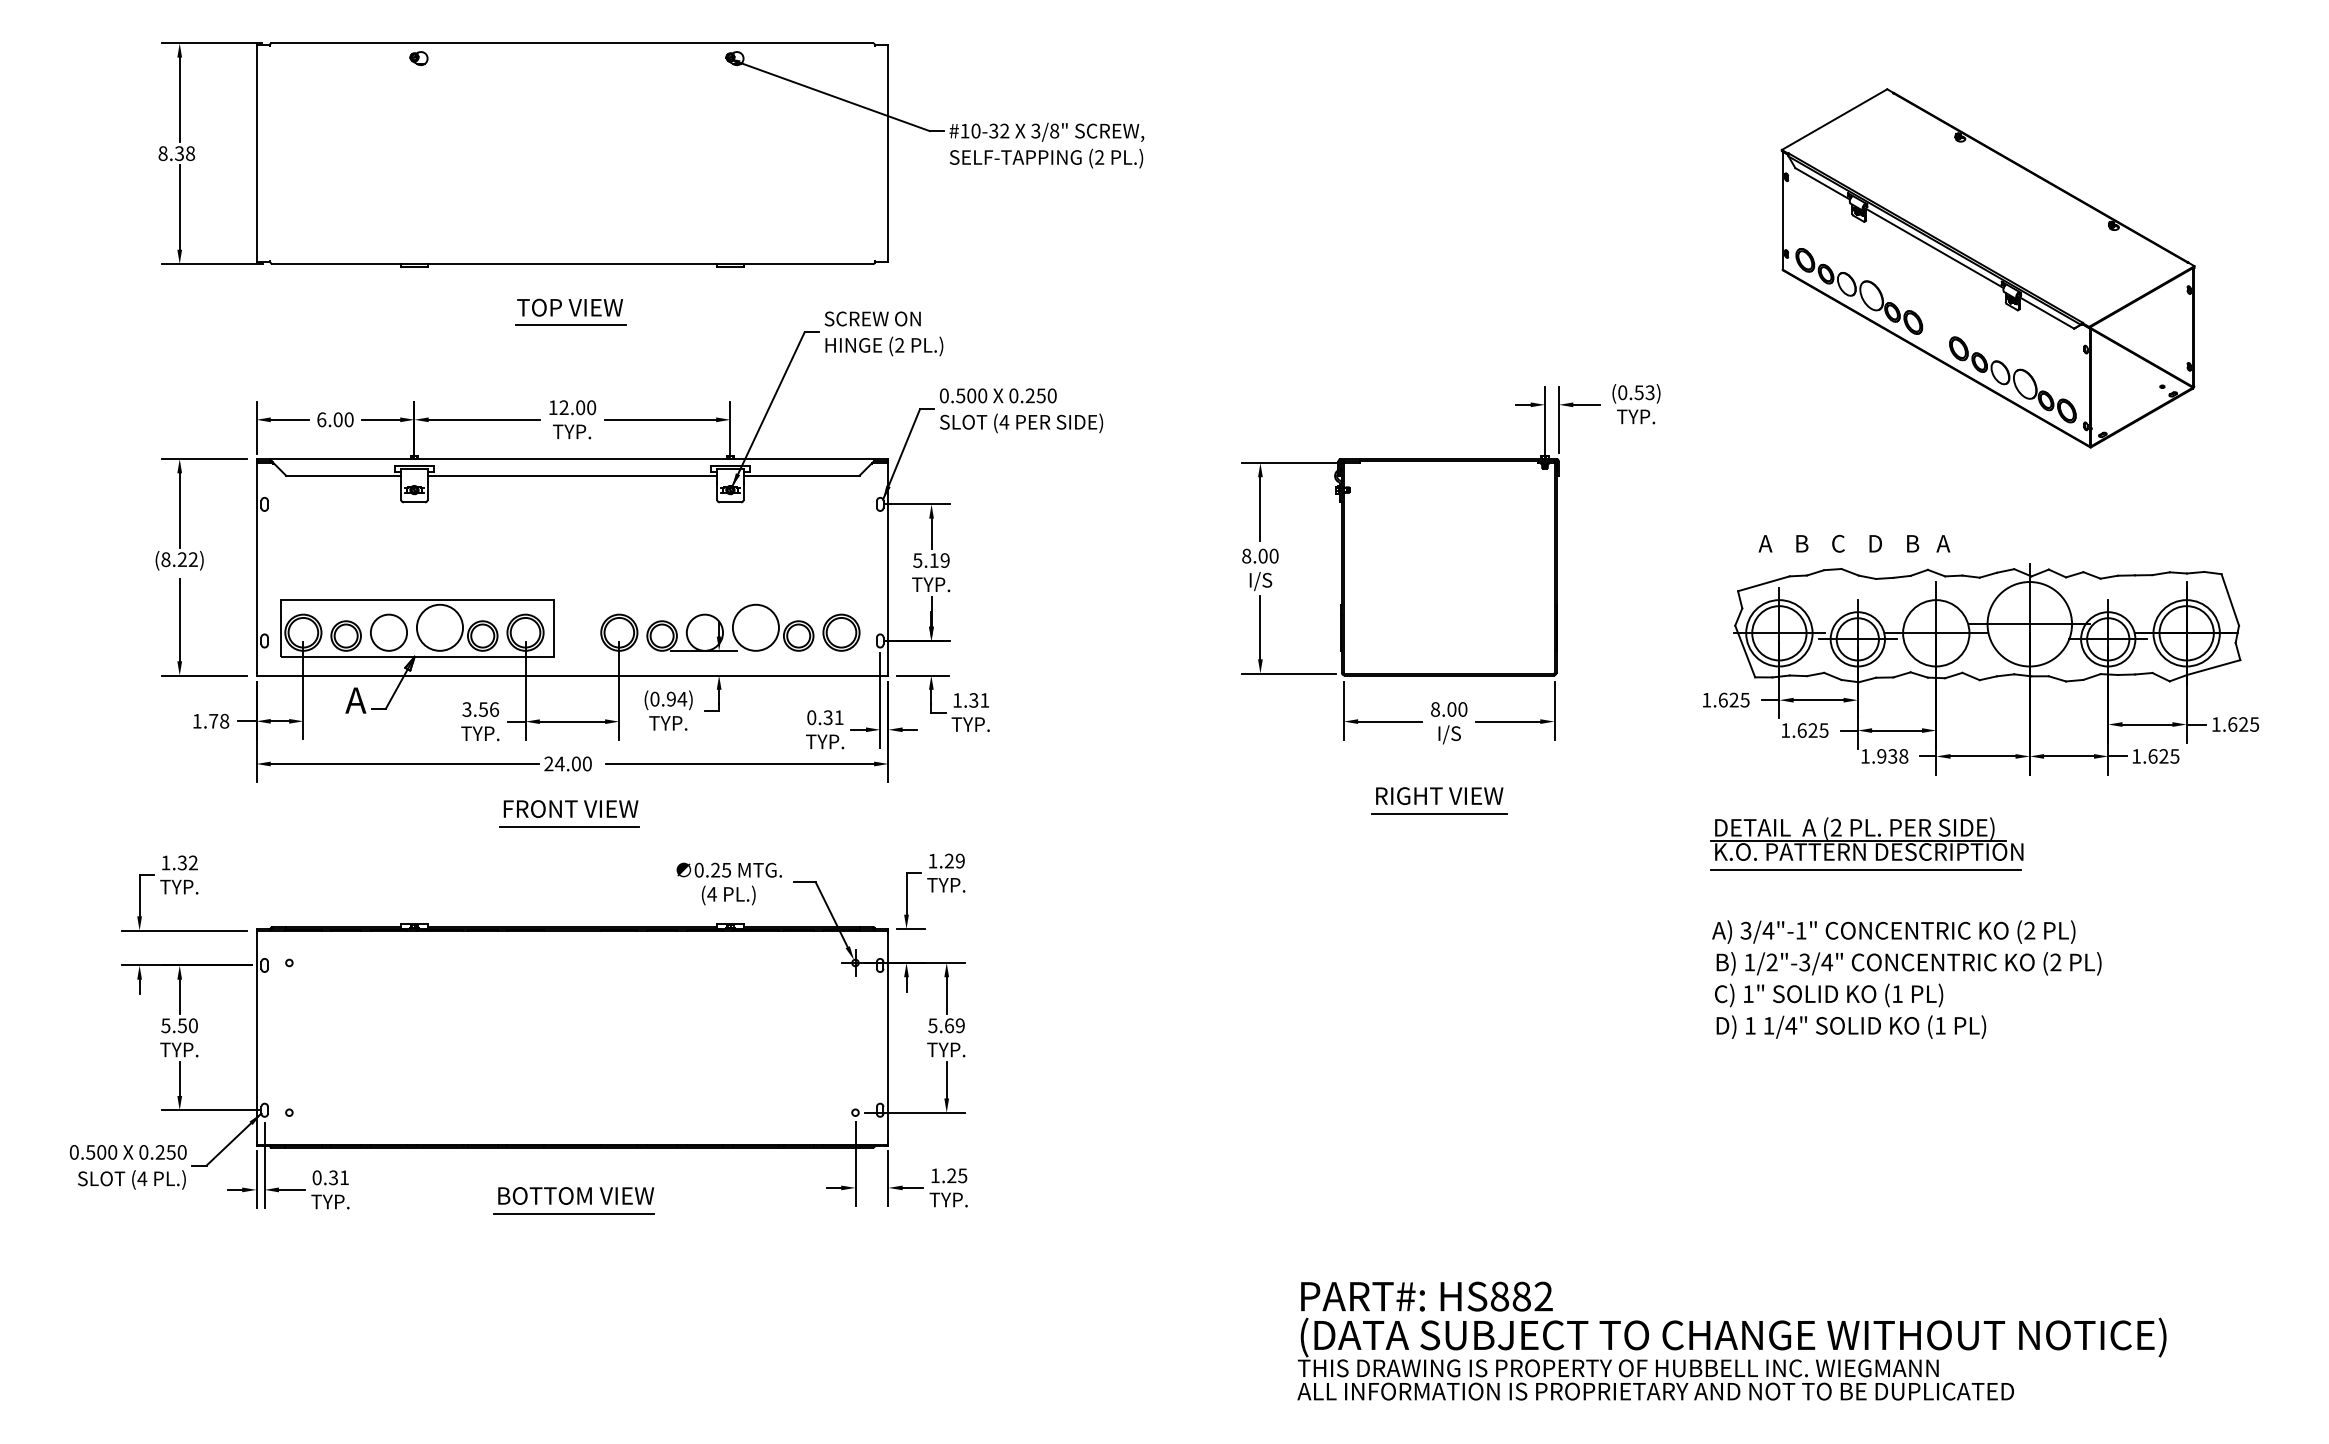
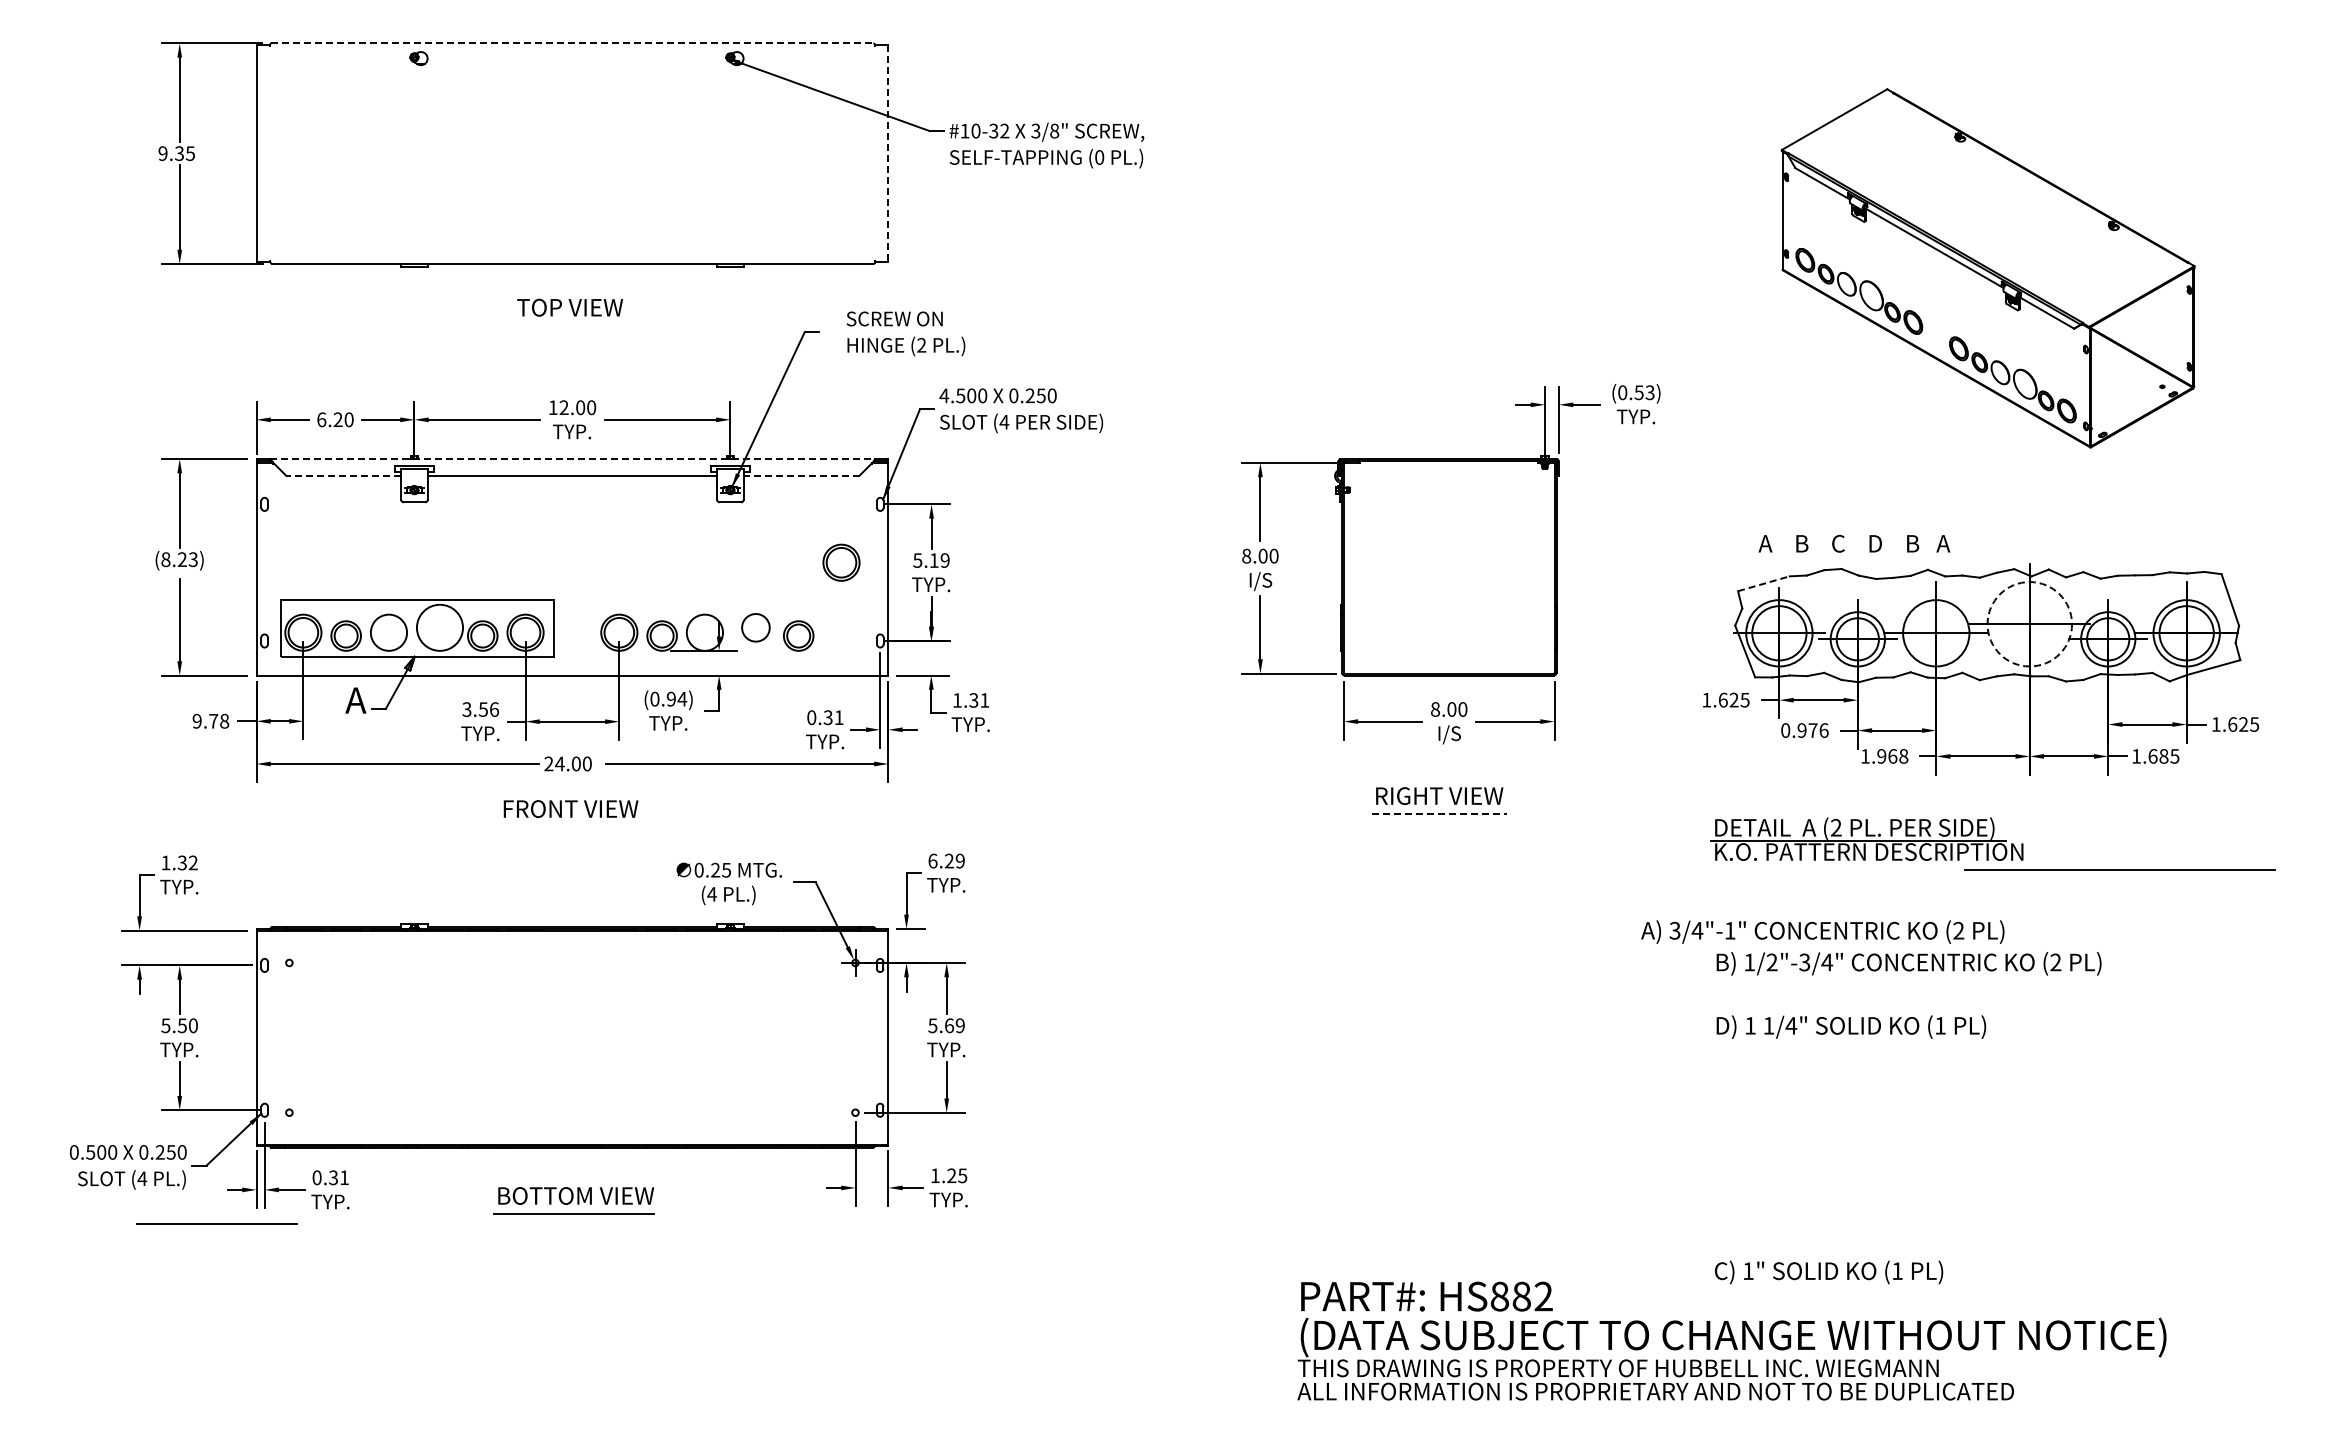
line at (572, 43): solid -> dashed
text at (176, 153): 8.38 -> 9.35
line at (888, 154): solid -> dashed
text at (1099, 157): (2 -> (0
line at (571, 325): present -> none
text at (883, 333) position: (883, 333) -> (905, 333)
text at (944, 395): 0.500 -> 4.500
text at (337, 419): 6.00 -> 6.20
line at (572, 459): solid -> dashed
line at (343, 475): solid -> dashed
line at (801, 475): solid -> dashed
text at (192, 559): (8.22) -> (8.23)
line at (1763, 583): solid -> dashed
circle at (2029, 624): solid -> dashed
circle at (755, 627) diameter: 46 px -> 28 px
part at (841, 632) position: (841, 632) -> (841, 562)
text at (196, 720): 1.78 -> 9.78
text at (1804, 730): 1.625 -> 0.976
text at (1892, 756): 1.938 -> 1.968
text at (2163, 756): 1.625 -> 1.685
line at (1439, 813): solid -> dashed
line at (569, 826): present -> none
text at (932, 860): 1.29 -> 6.29
line at (1865, 869) position: (1865, 869) -> (2119, 869)
text at (1893, 931) position: (1893, 931) -> (1822, 931)
text at (1829, 995) position: (1829, 995) -> (1829, 1272)
line at (216, 1223): none -> present
